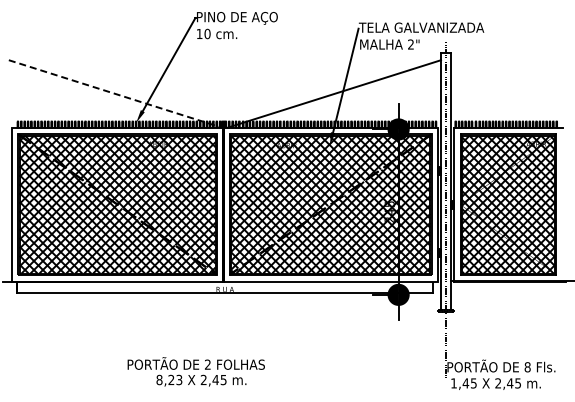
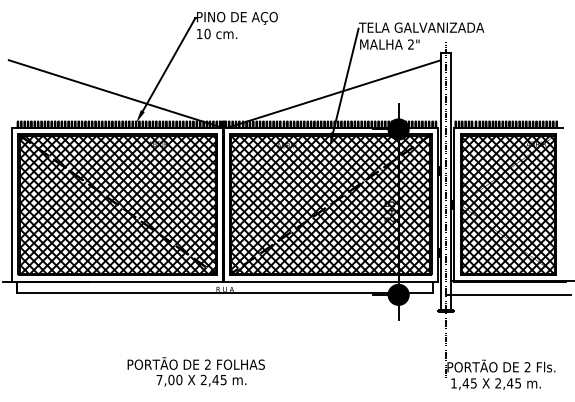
line at (115, 93): dashed -> solid
line at (507, 295): none -> present
text at (527, 367): 8 -> 2
text at (169, 379): 8,23 -> 7,00
